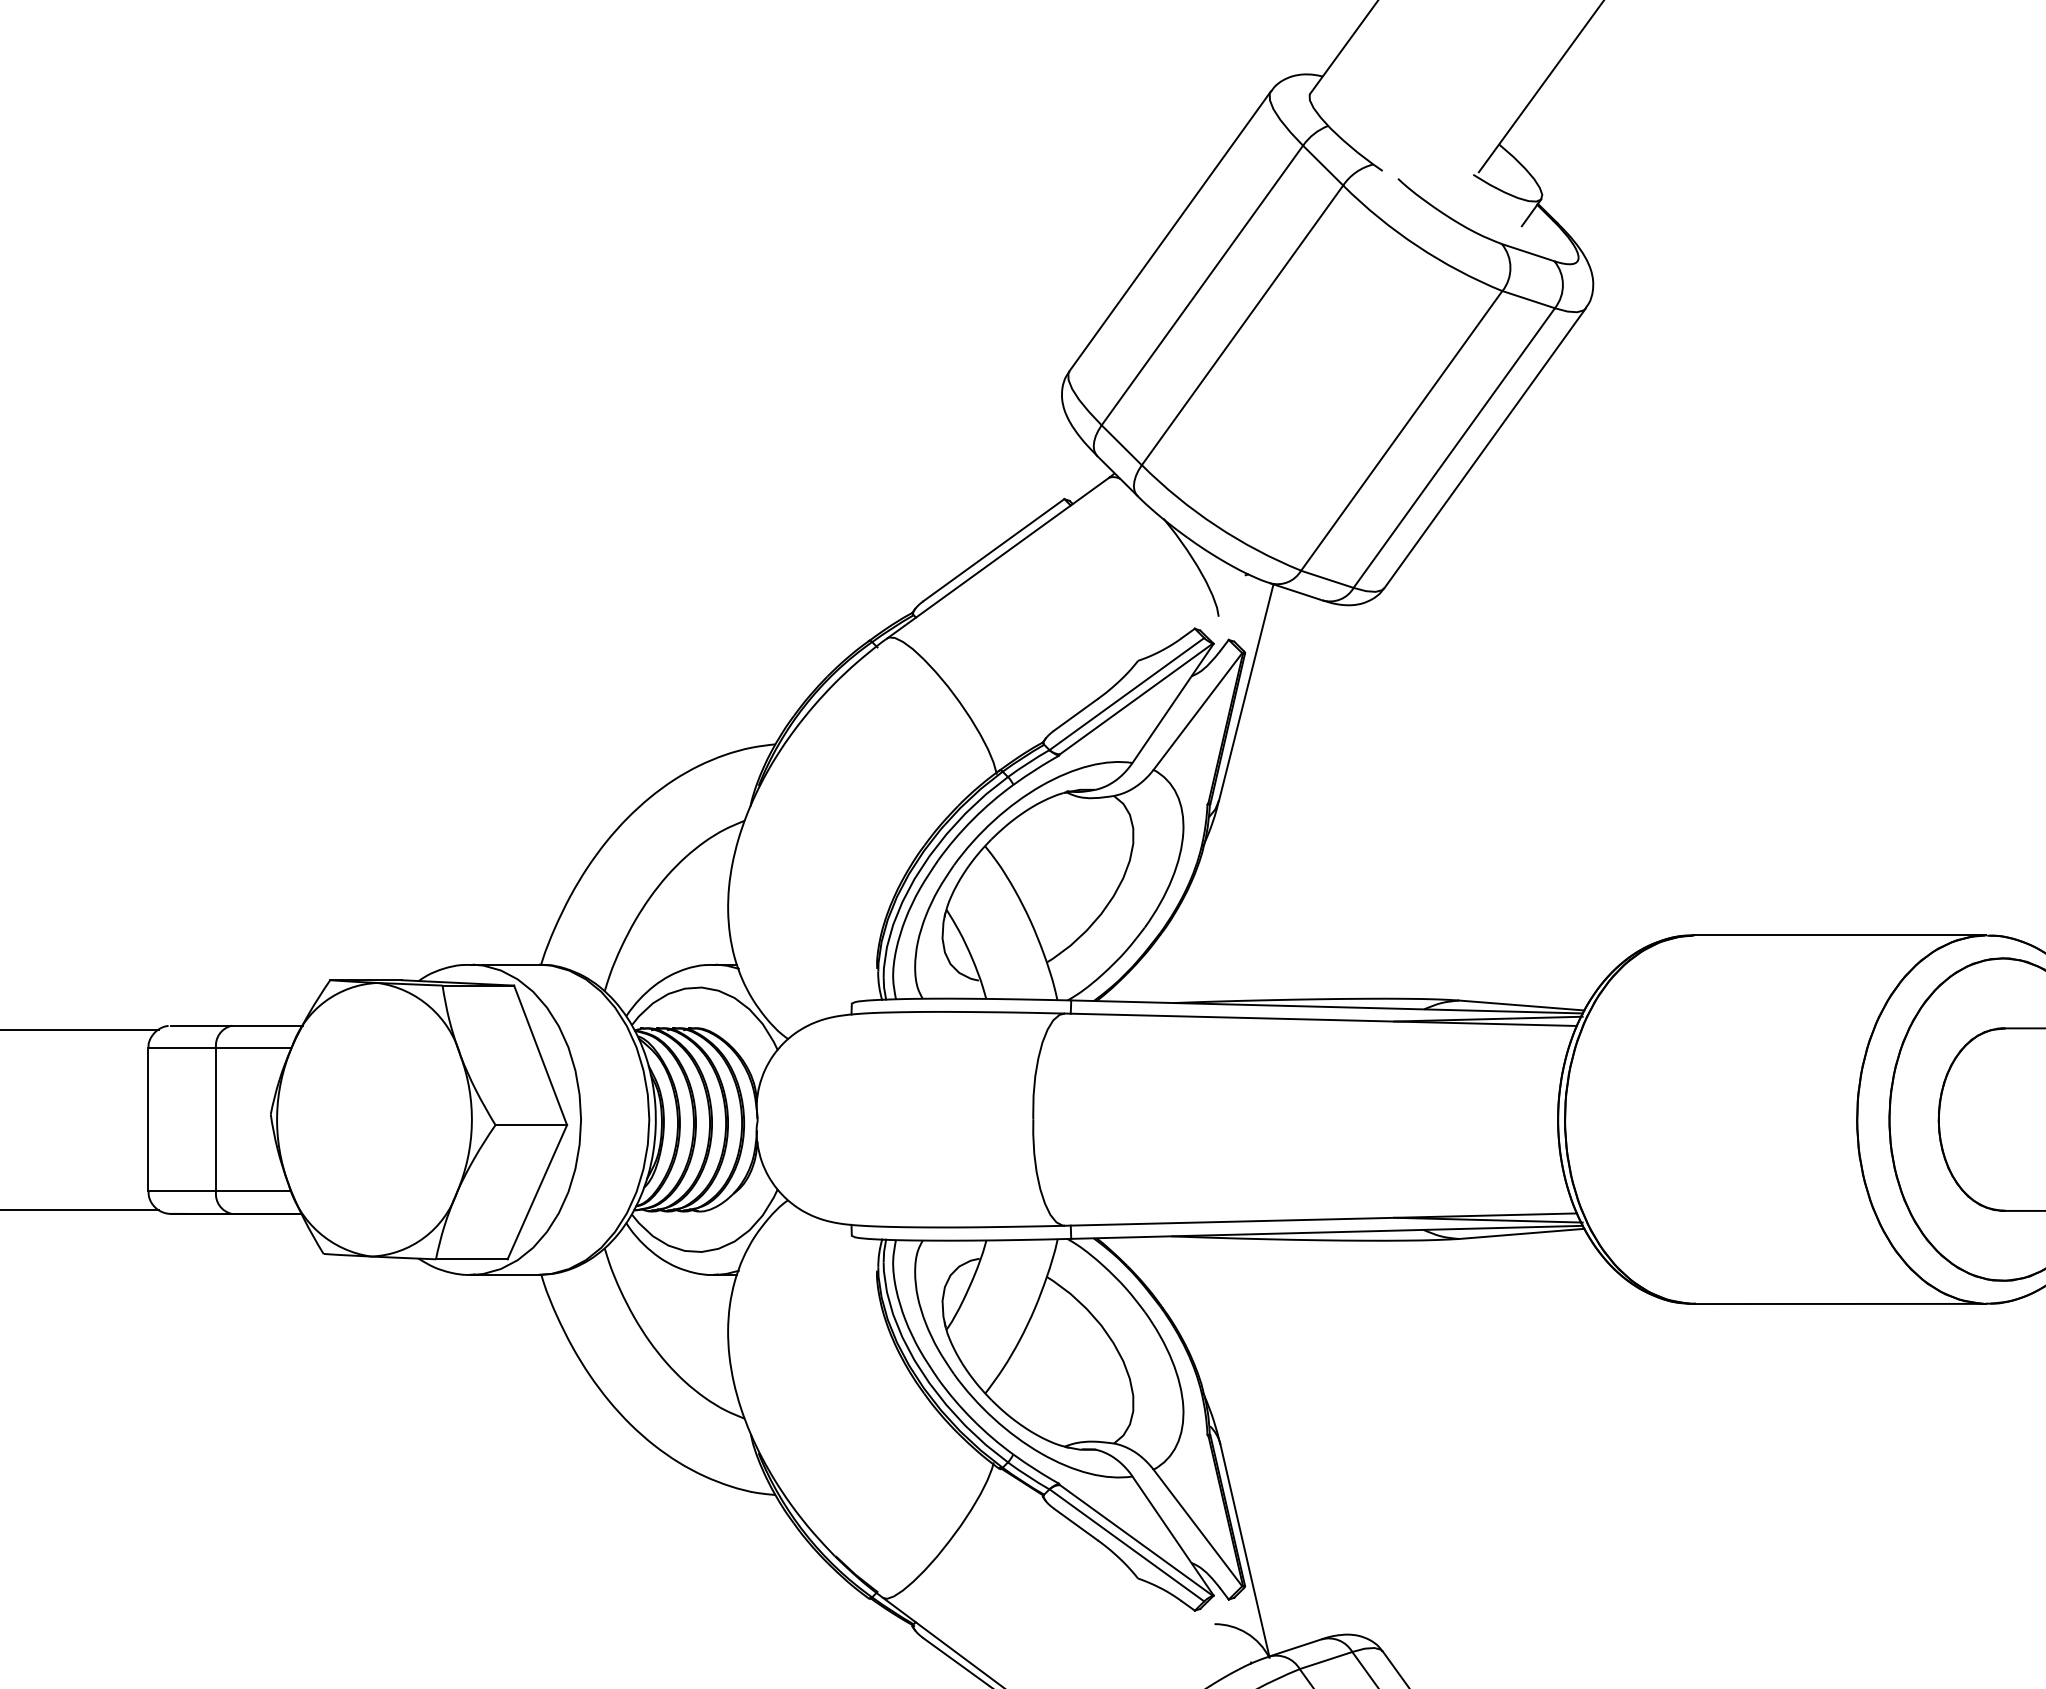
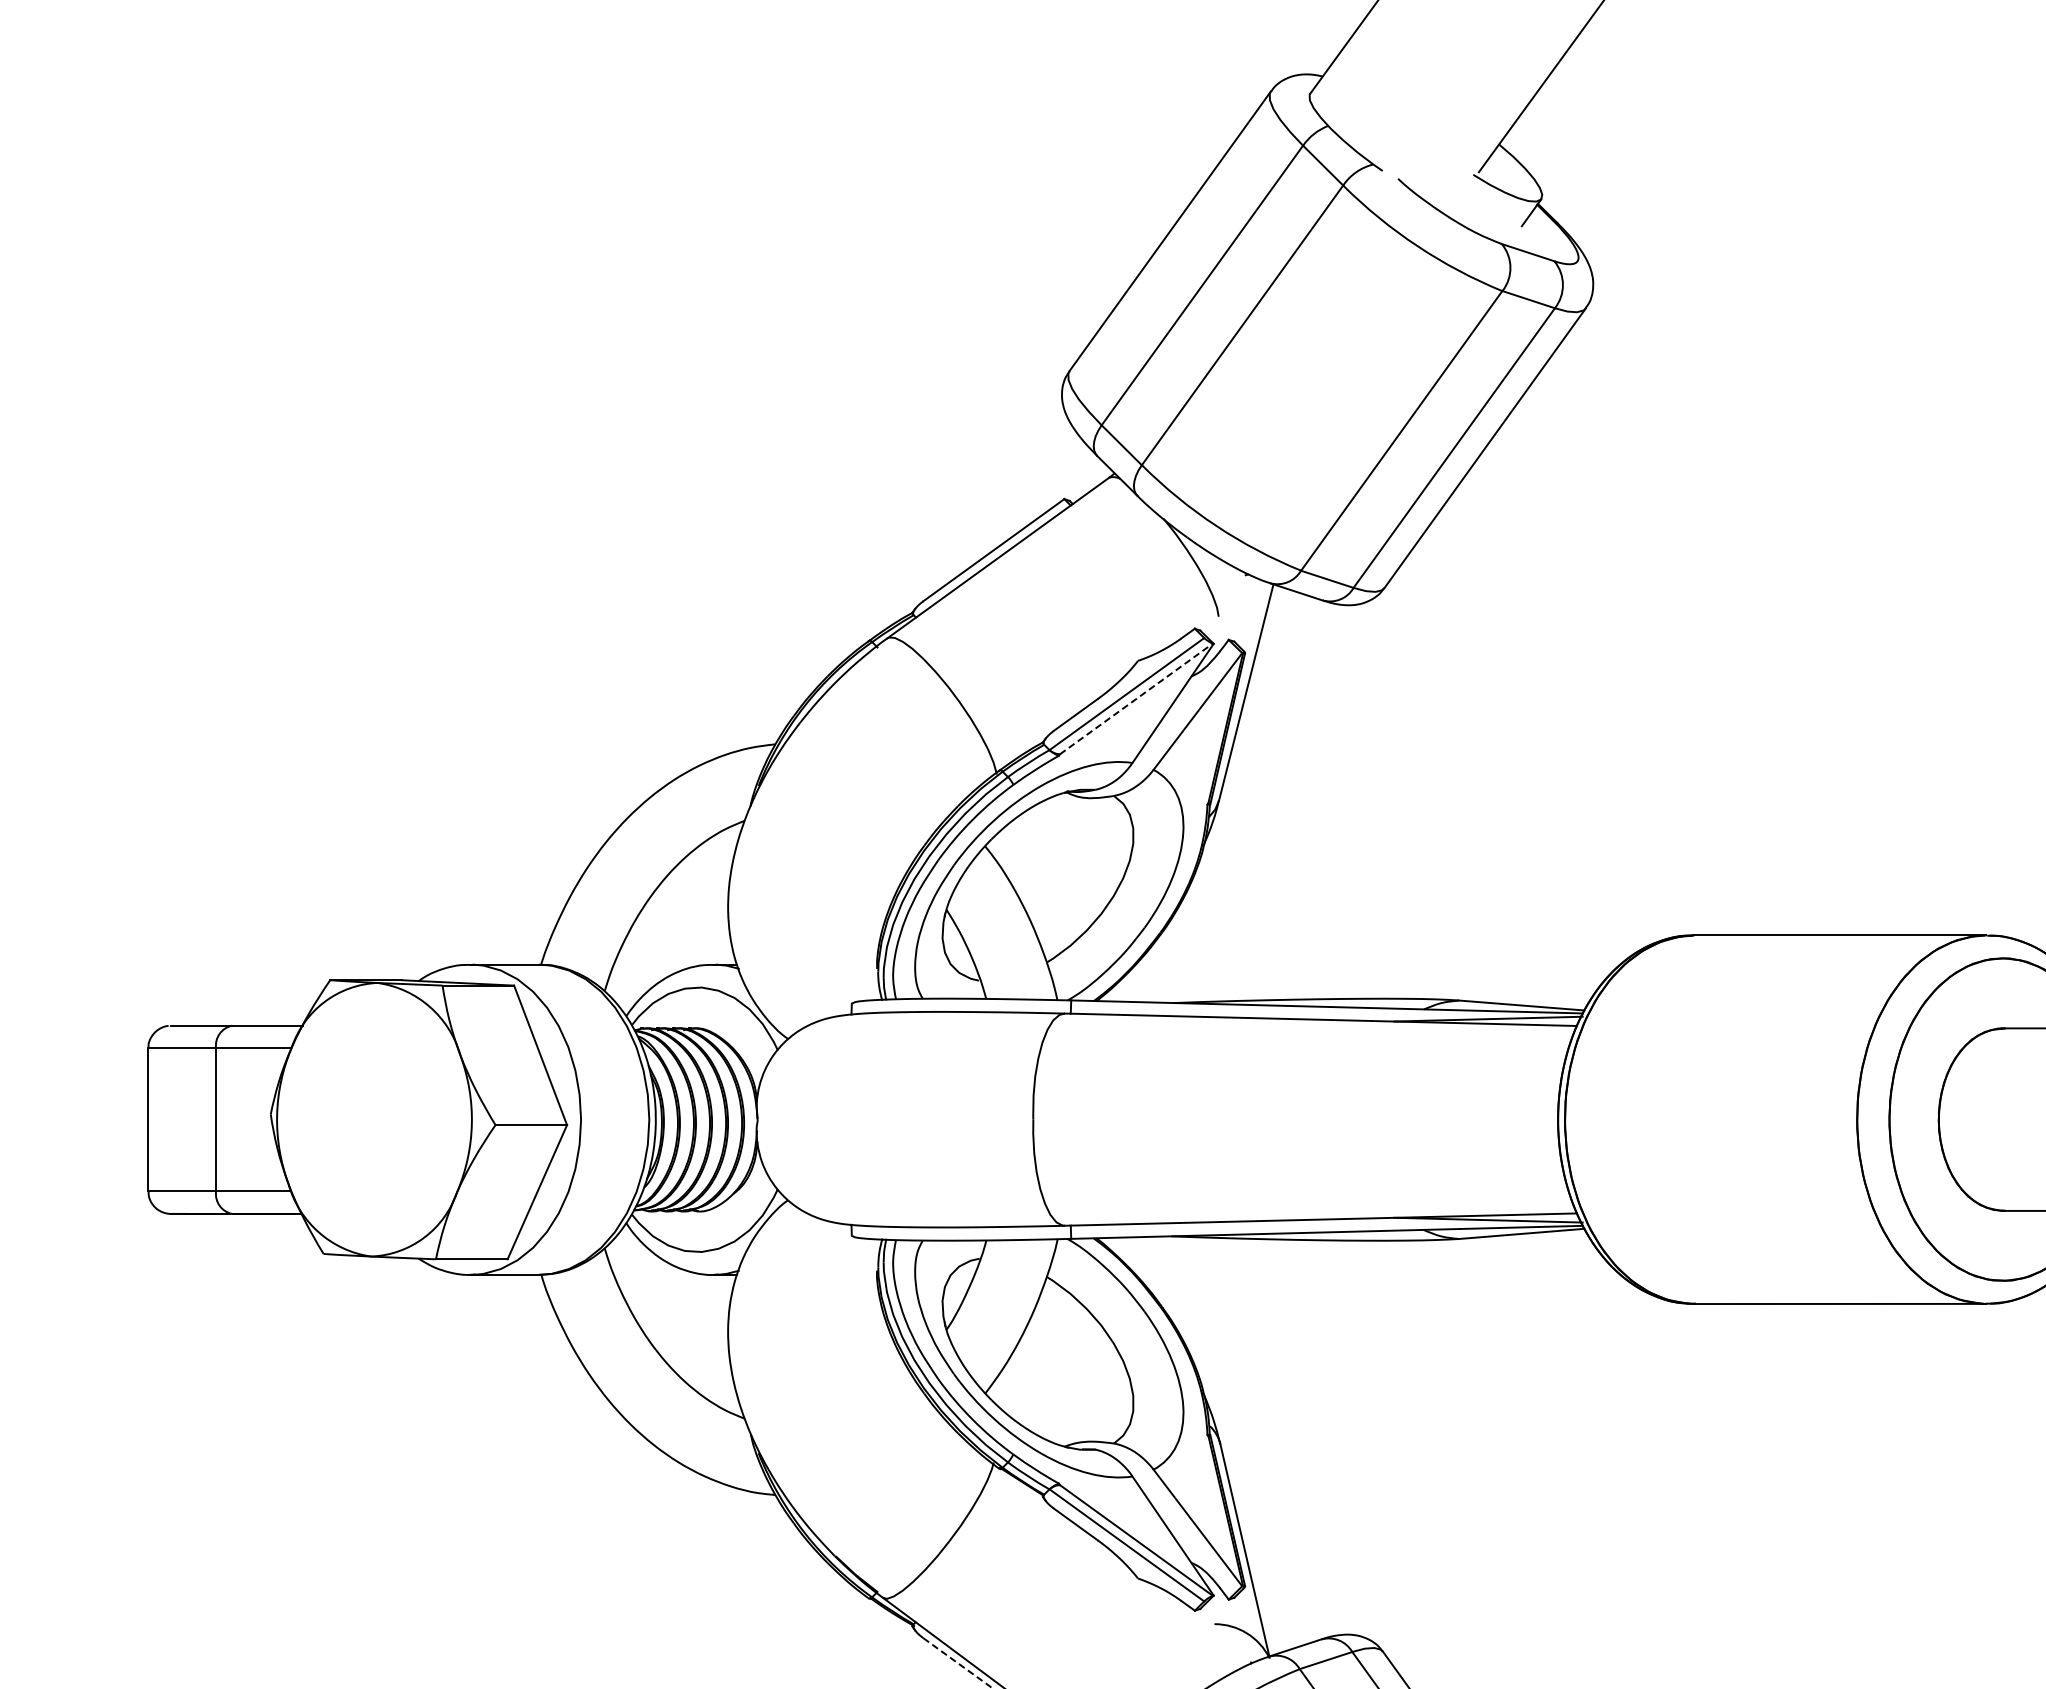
line at (1136, 698): solid -> dashed
line at (80, 1029): present -> none
line at (80, 1210): present -> none
line at (958, 1663): solid -> dashed
